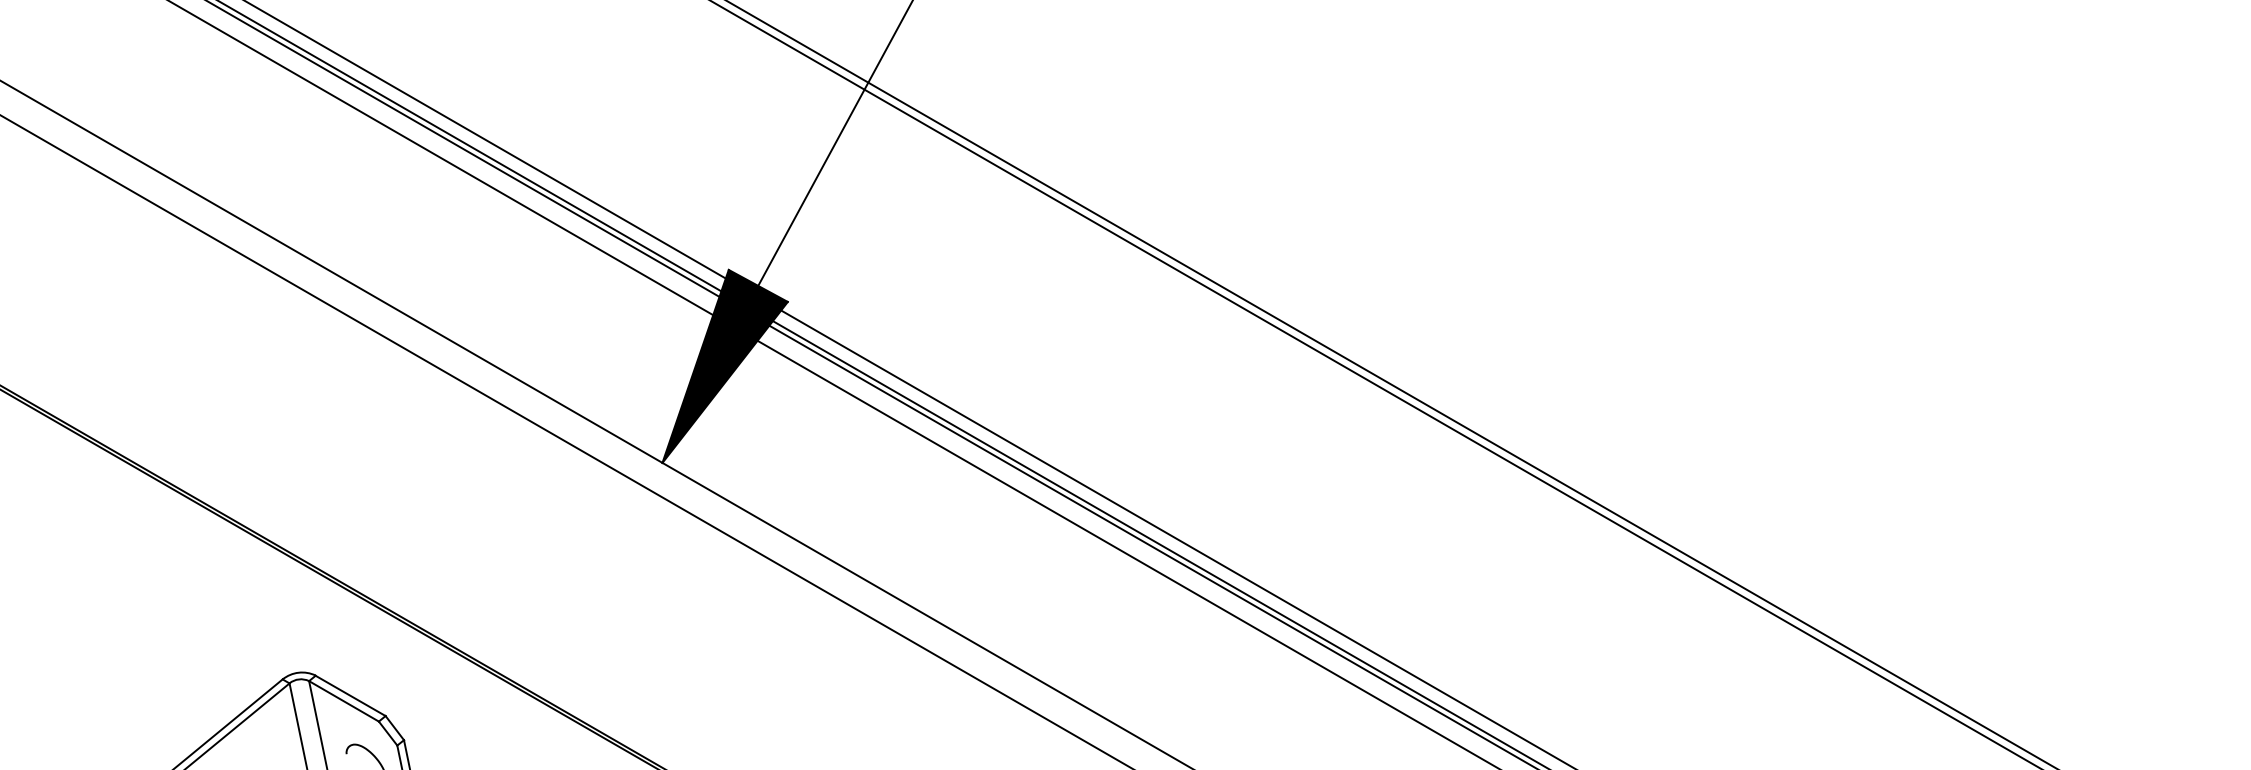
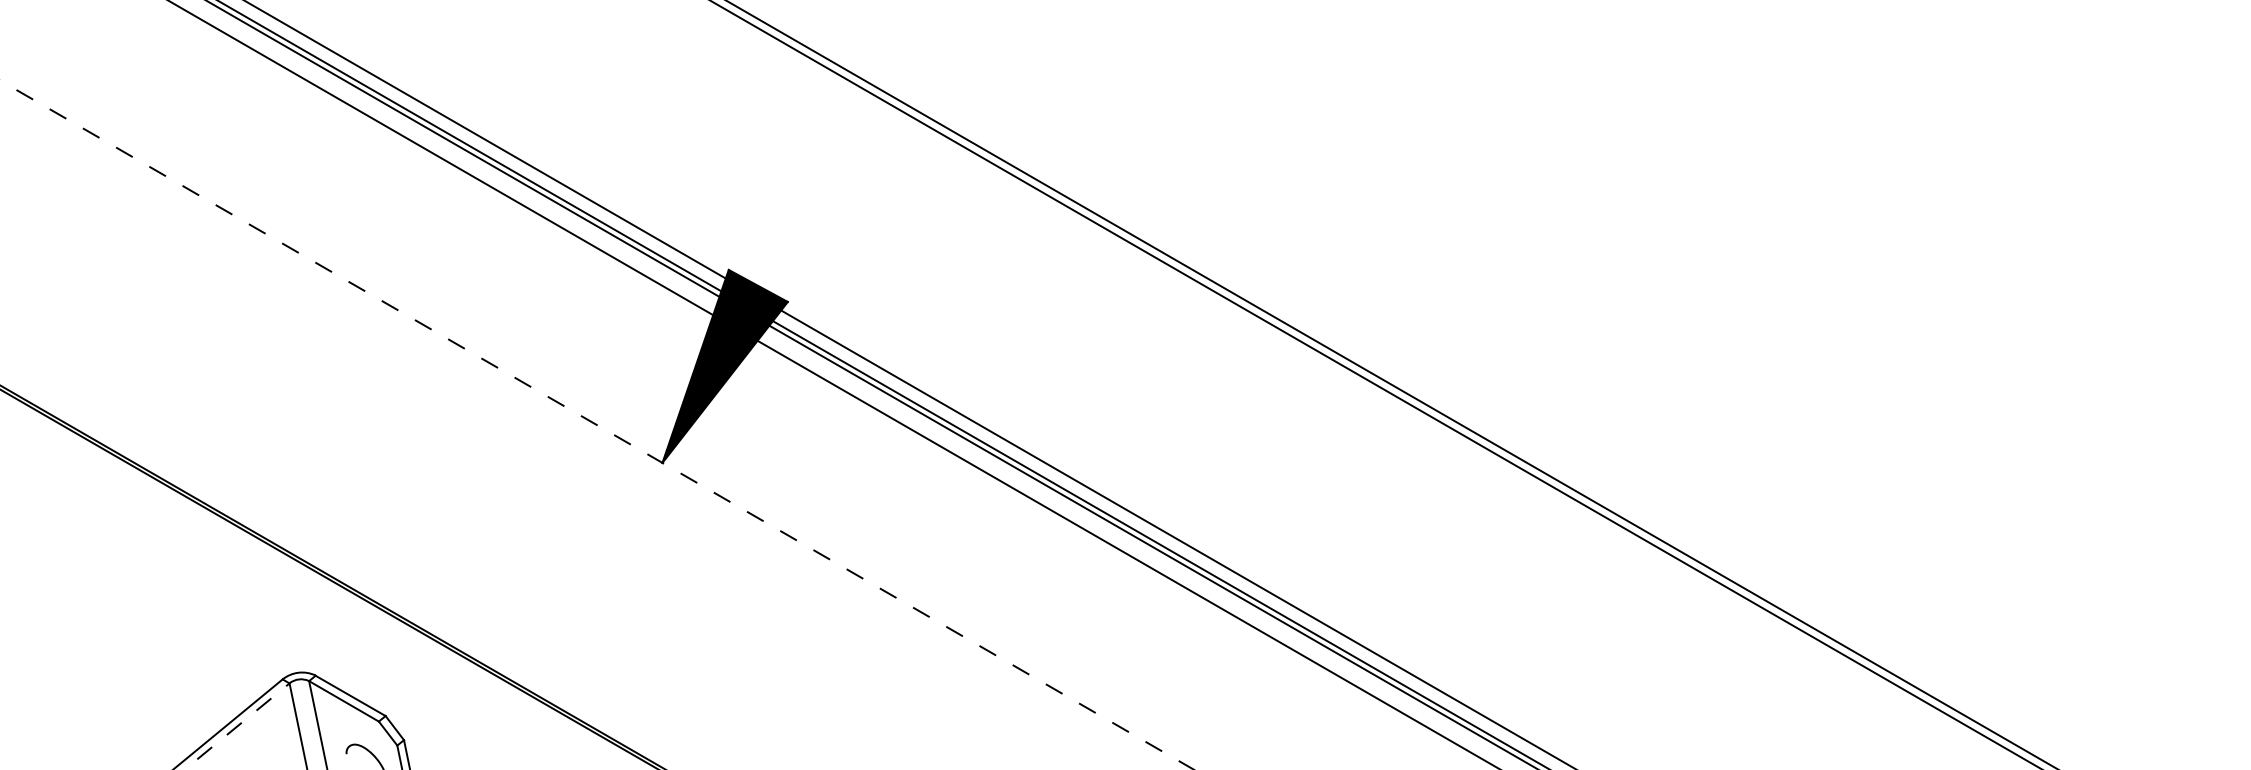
line at (834, 143): present -> none
line at (597, 425): solid -> dashed
line at (565, 441): present -> none
line at (237, 726): solid -> dashed
